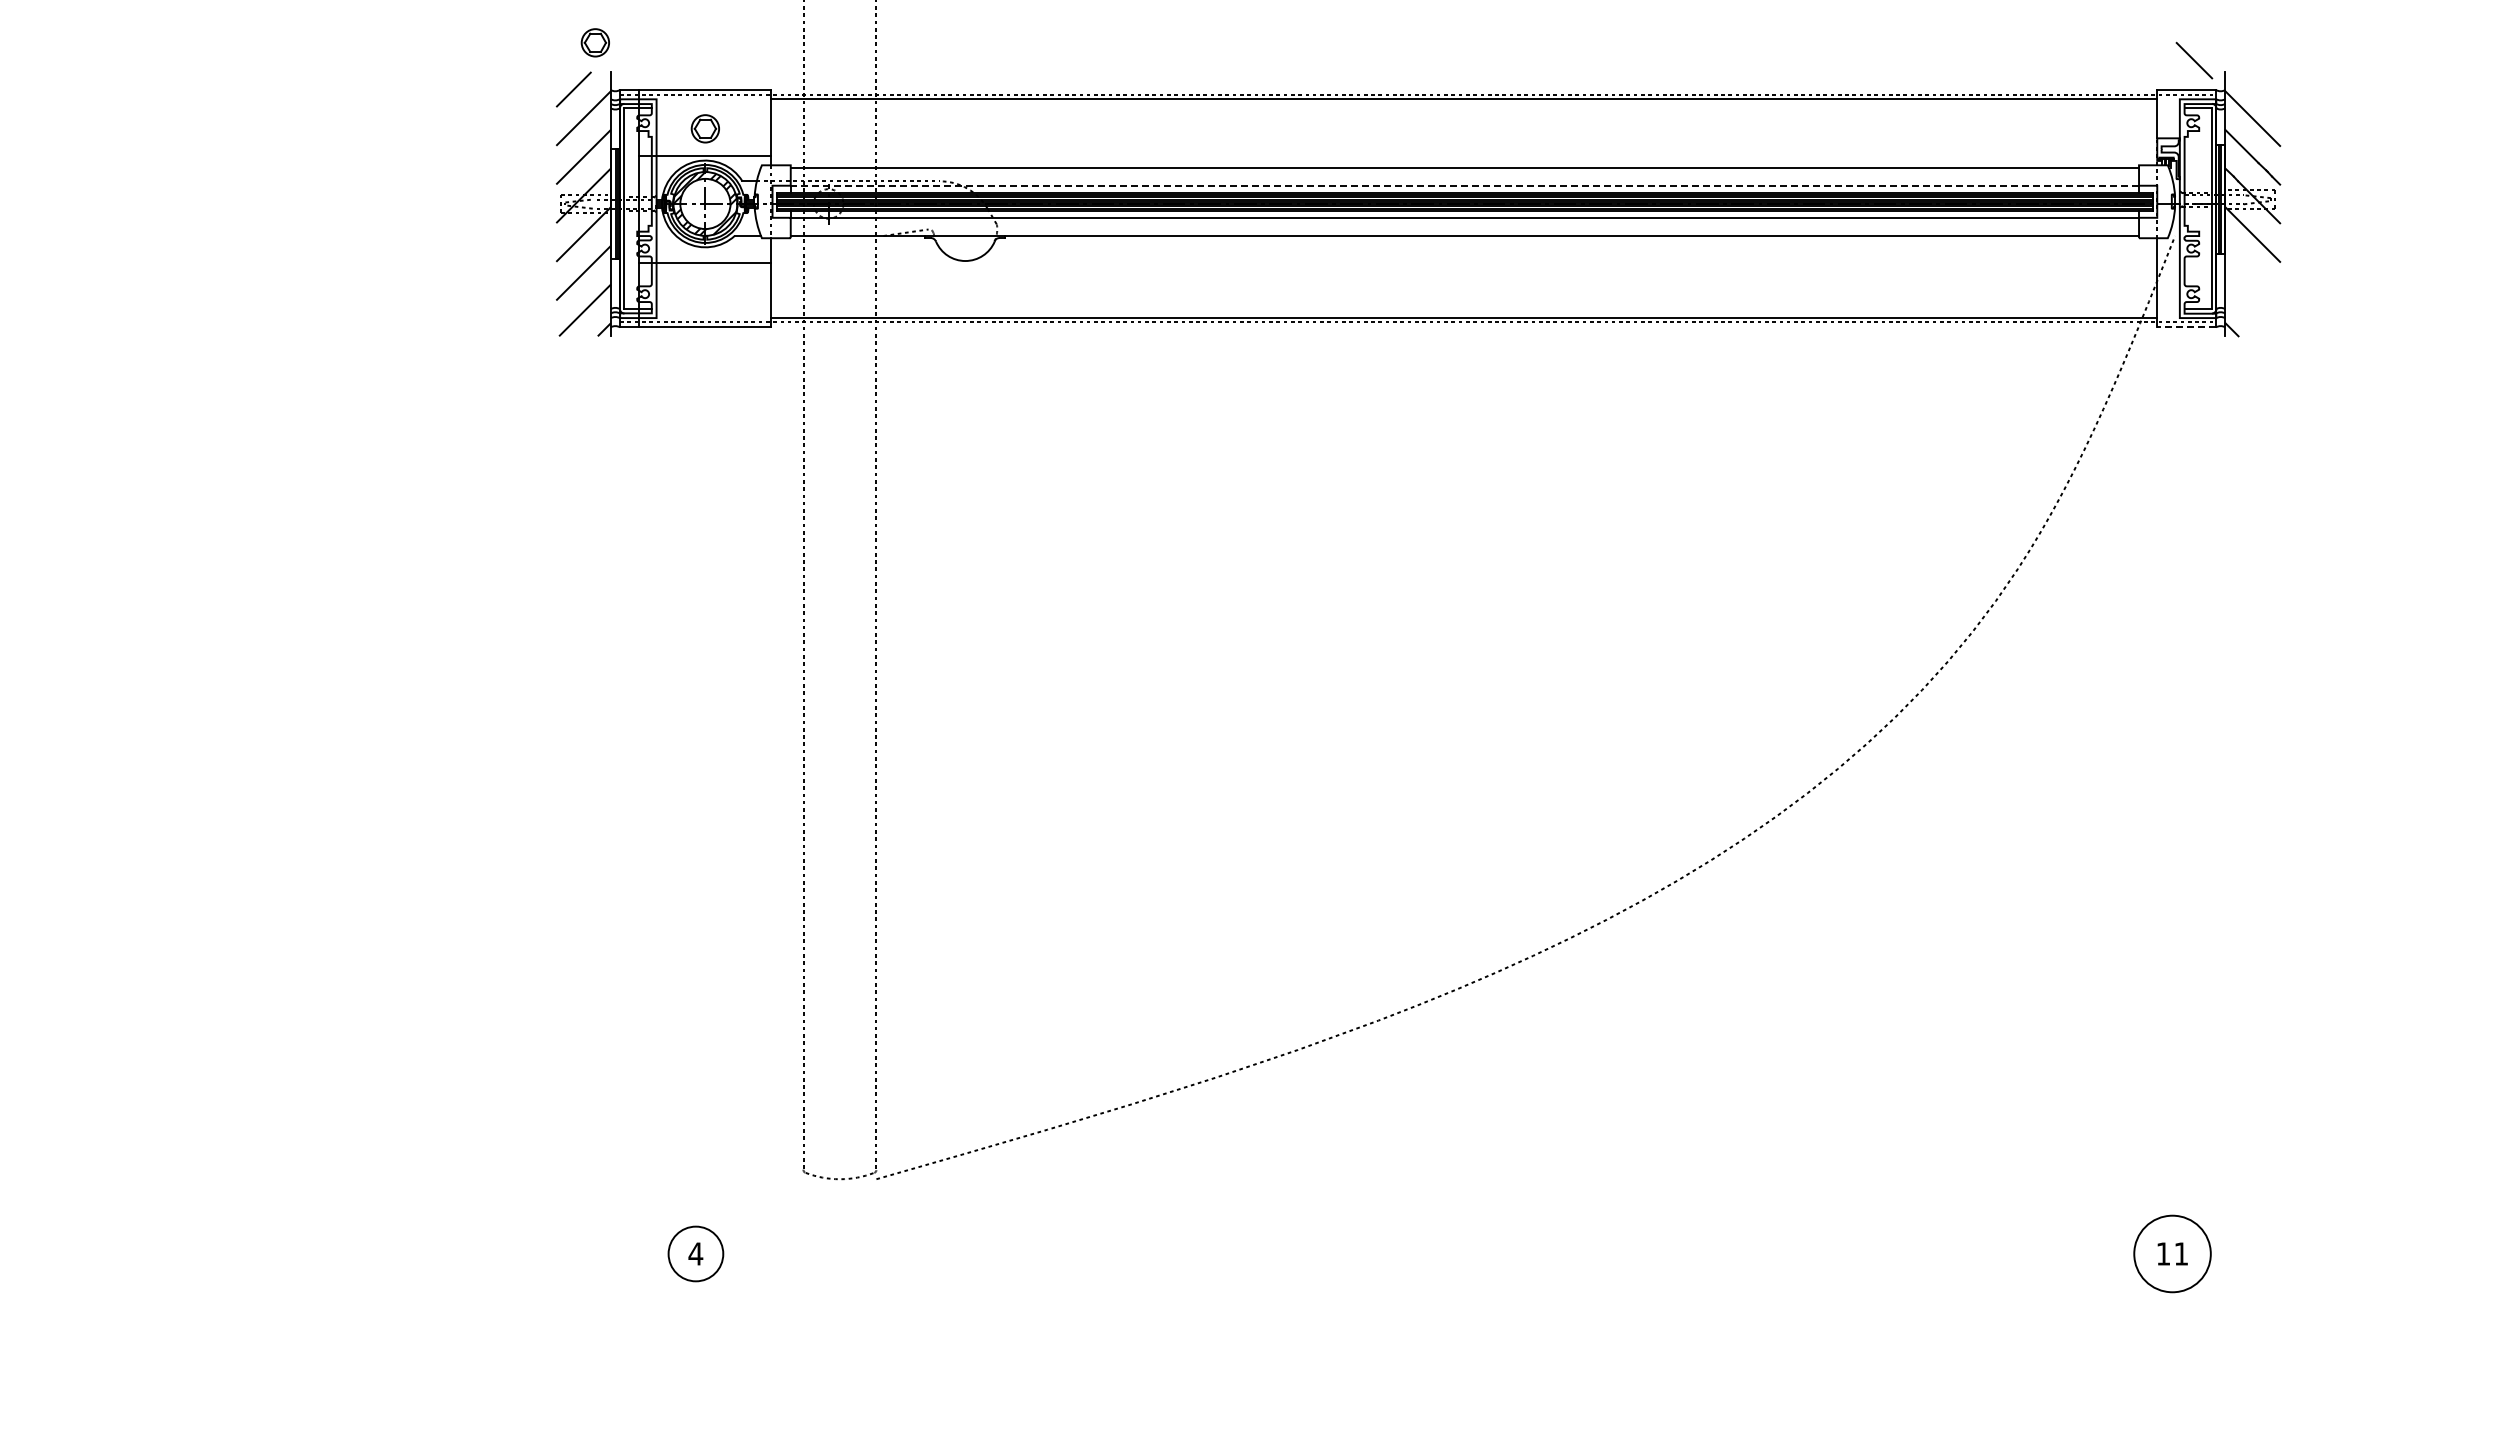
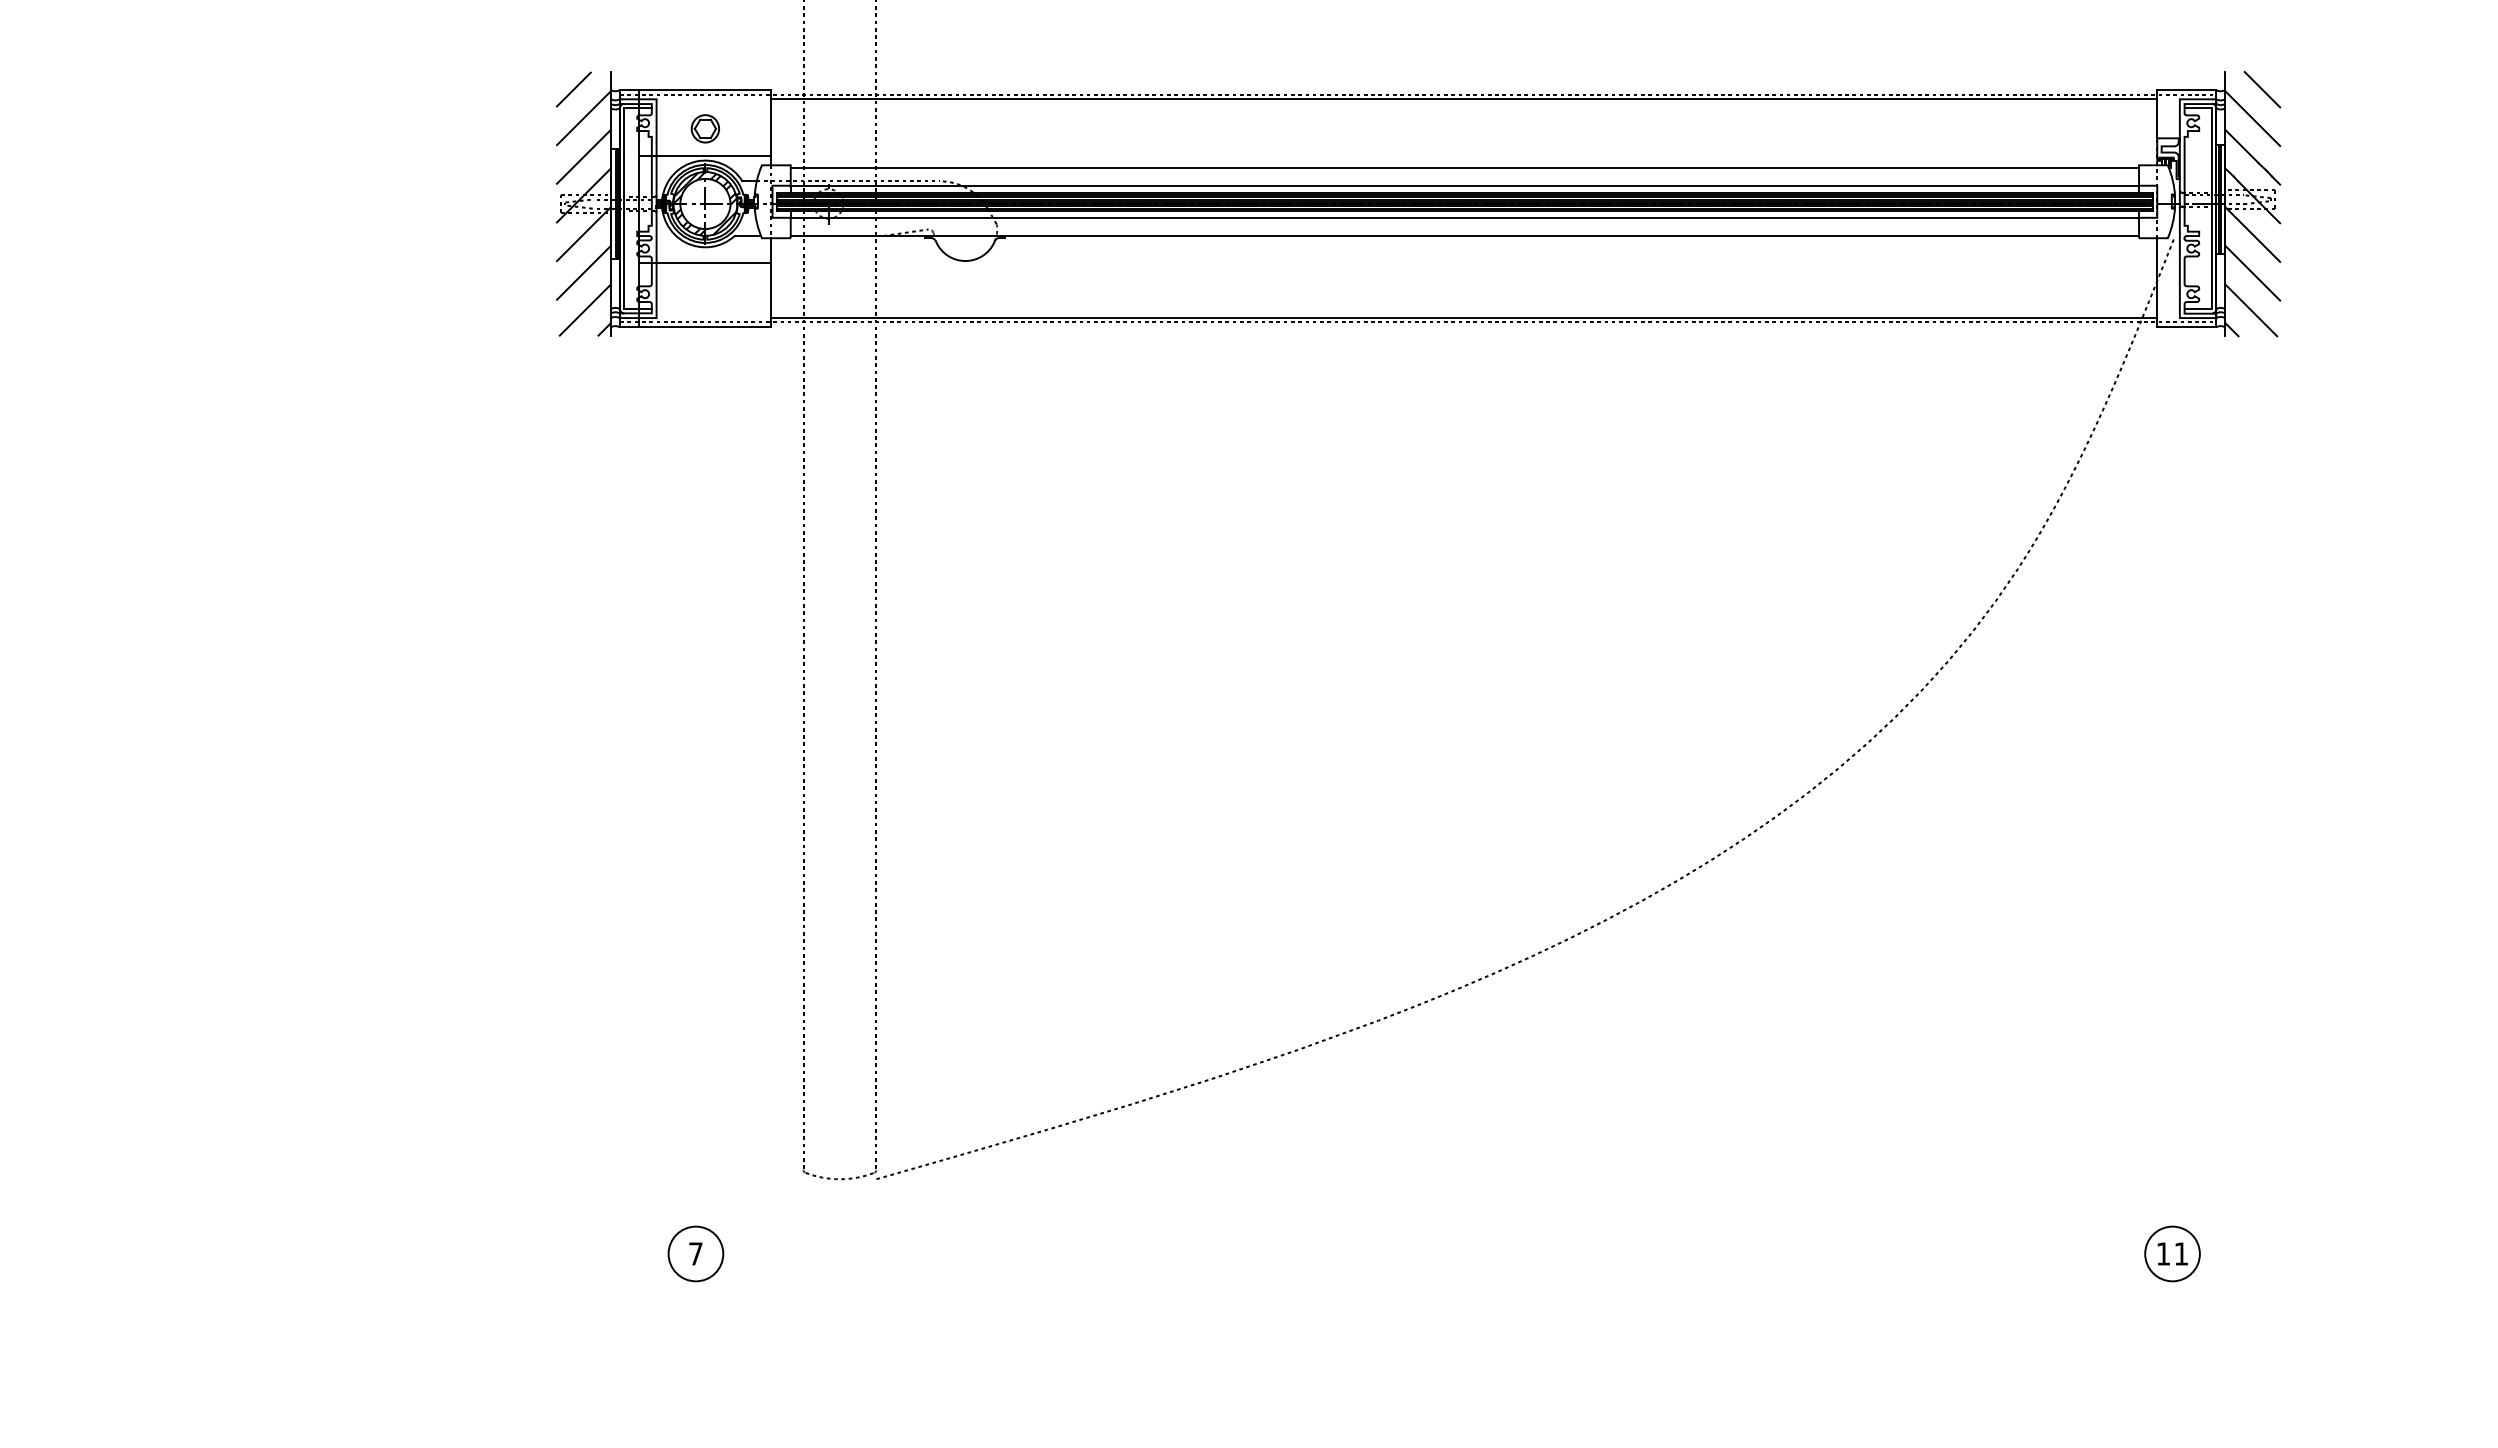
part at (594, 42): present -> none
line at (2194, 60) position: (2194, 60) -> (2262, 89)
line at (1463, 185): dashed -> solid
line at (2252, 272): none -> present
line at (2251, 310): none -> present
line at (2186, 327): dashed -> solid
text at (695, 1253): 4 -> 7
circle at (2172, 1253) diameter: 77 px -> 55 px
